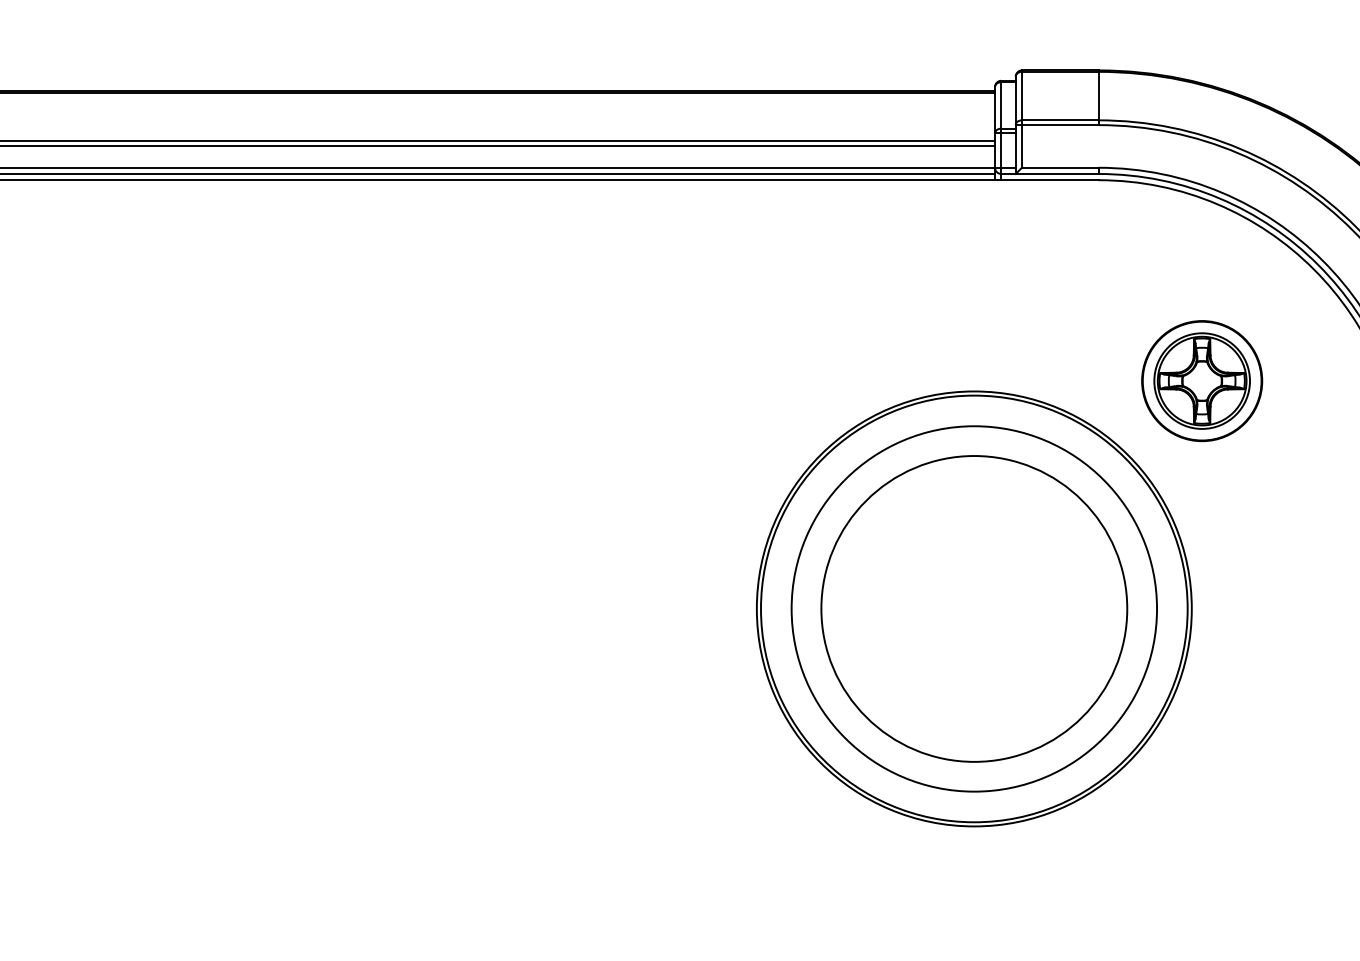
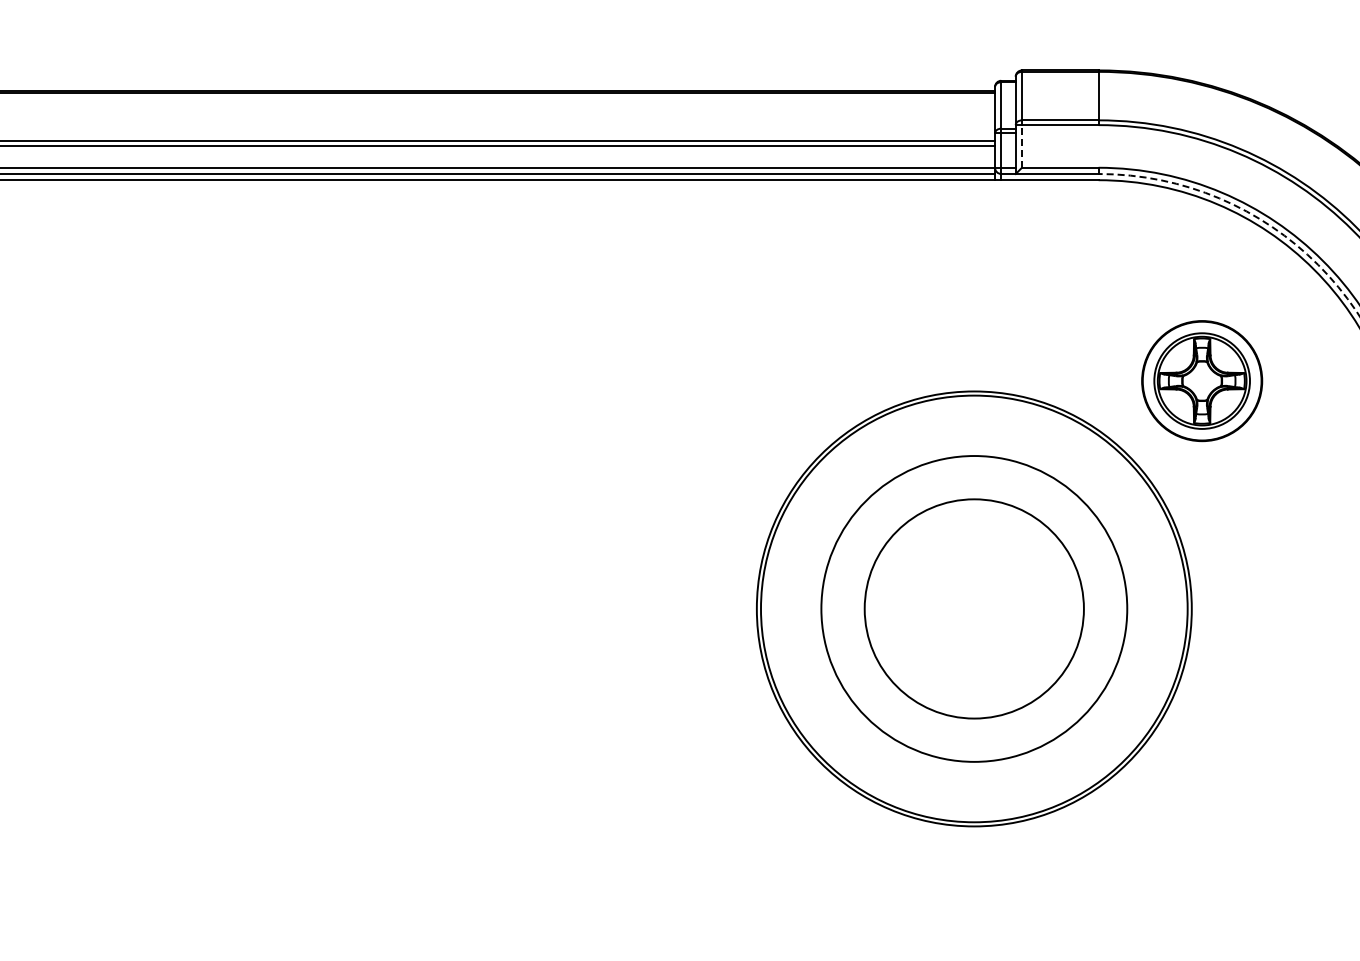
line at (1021, 145): solid -> dashed
arc at (1245, 211): solid -> dashed
circle at (974, 608) diameter: 365 px -> 219 px
